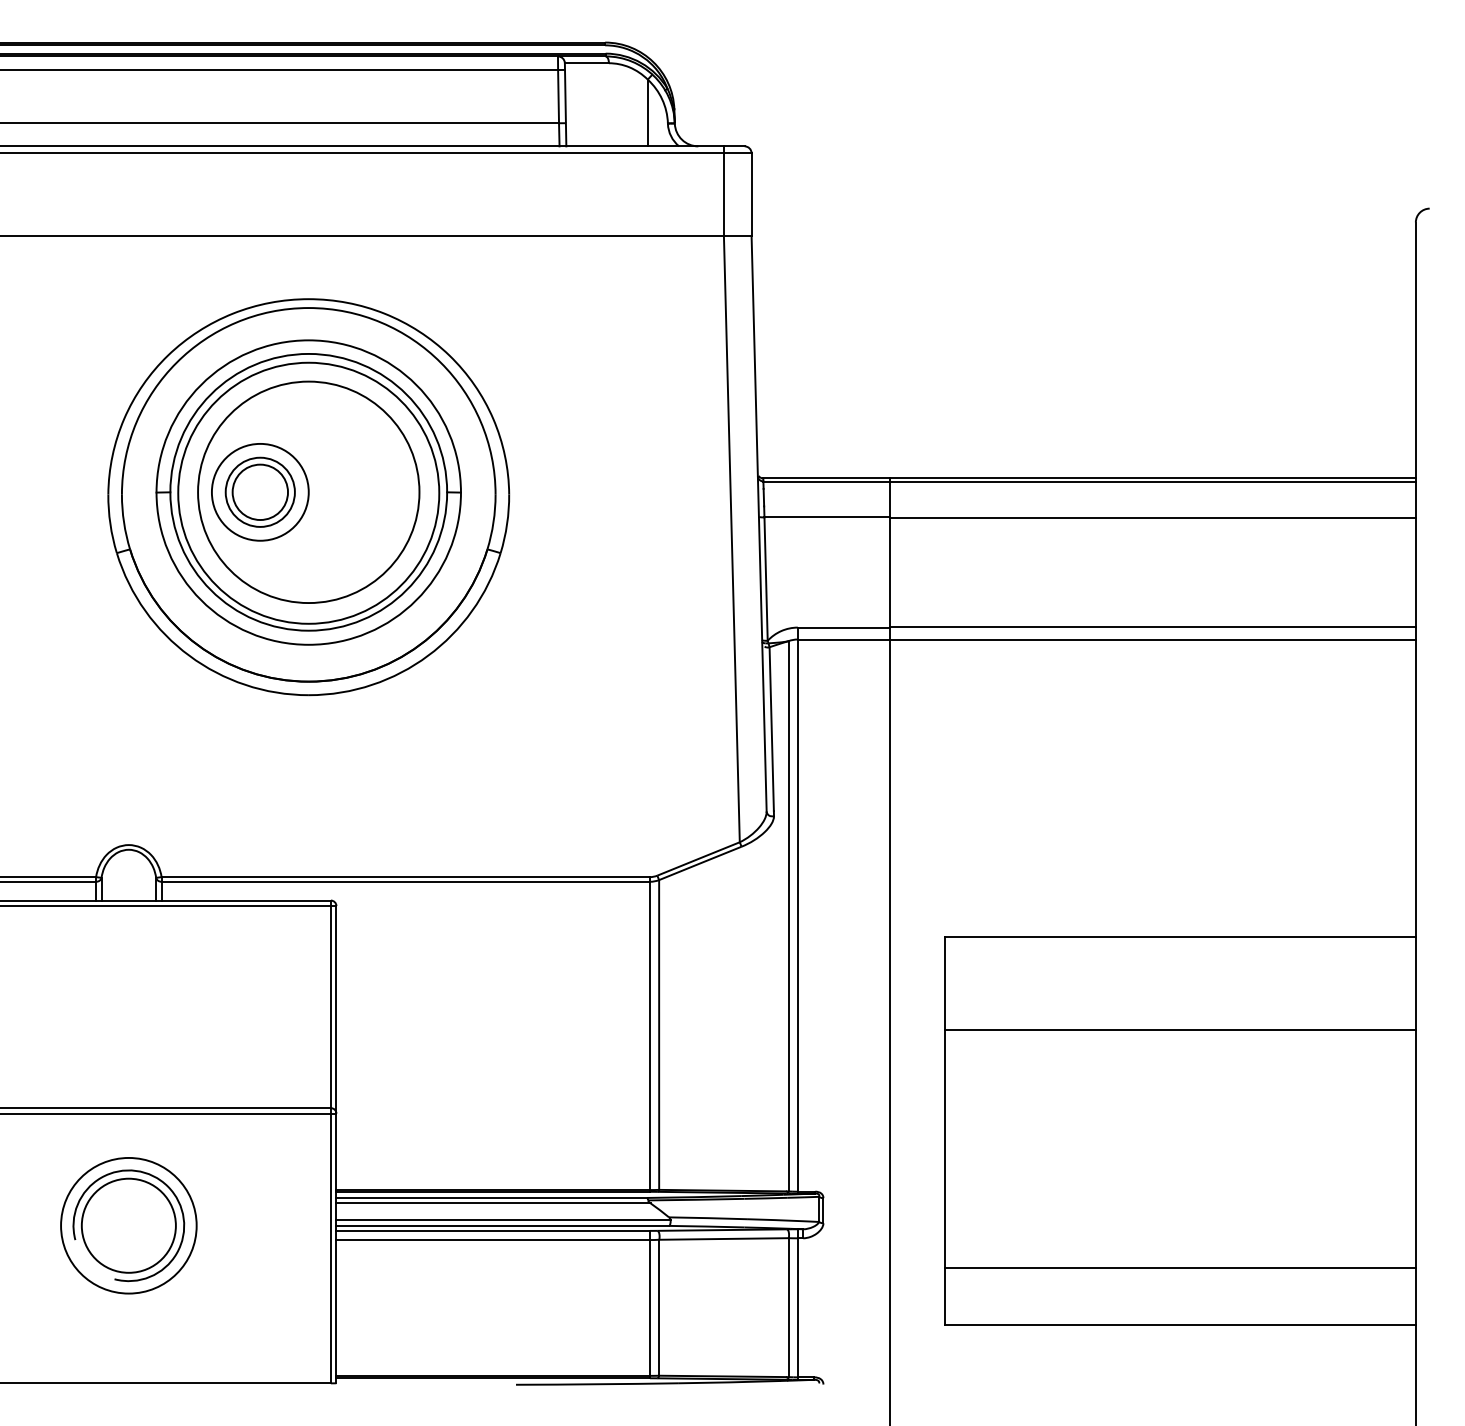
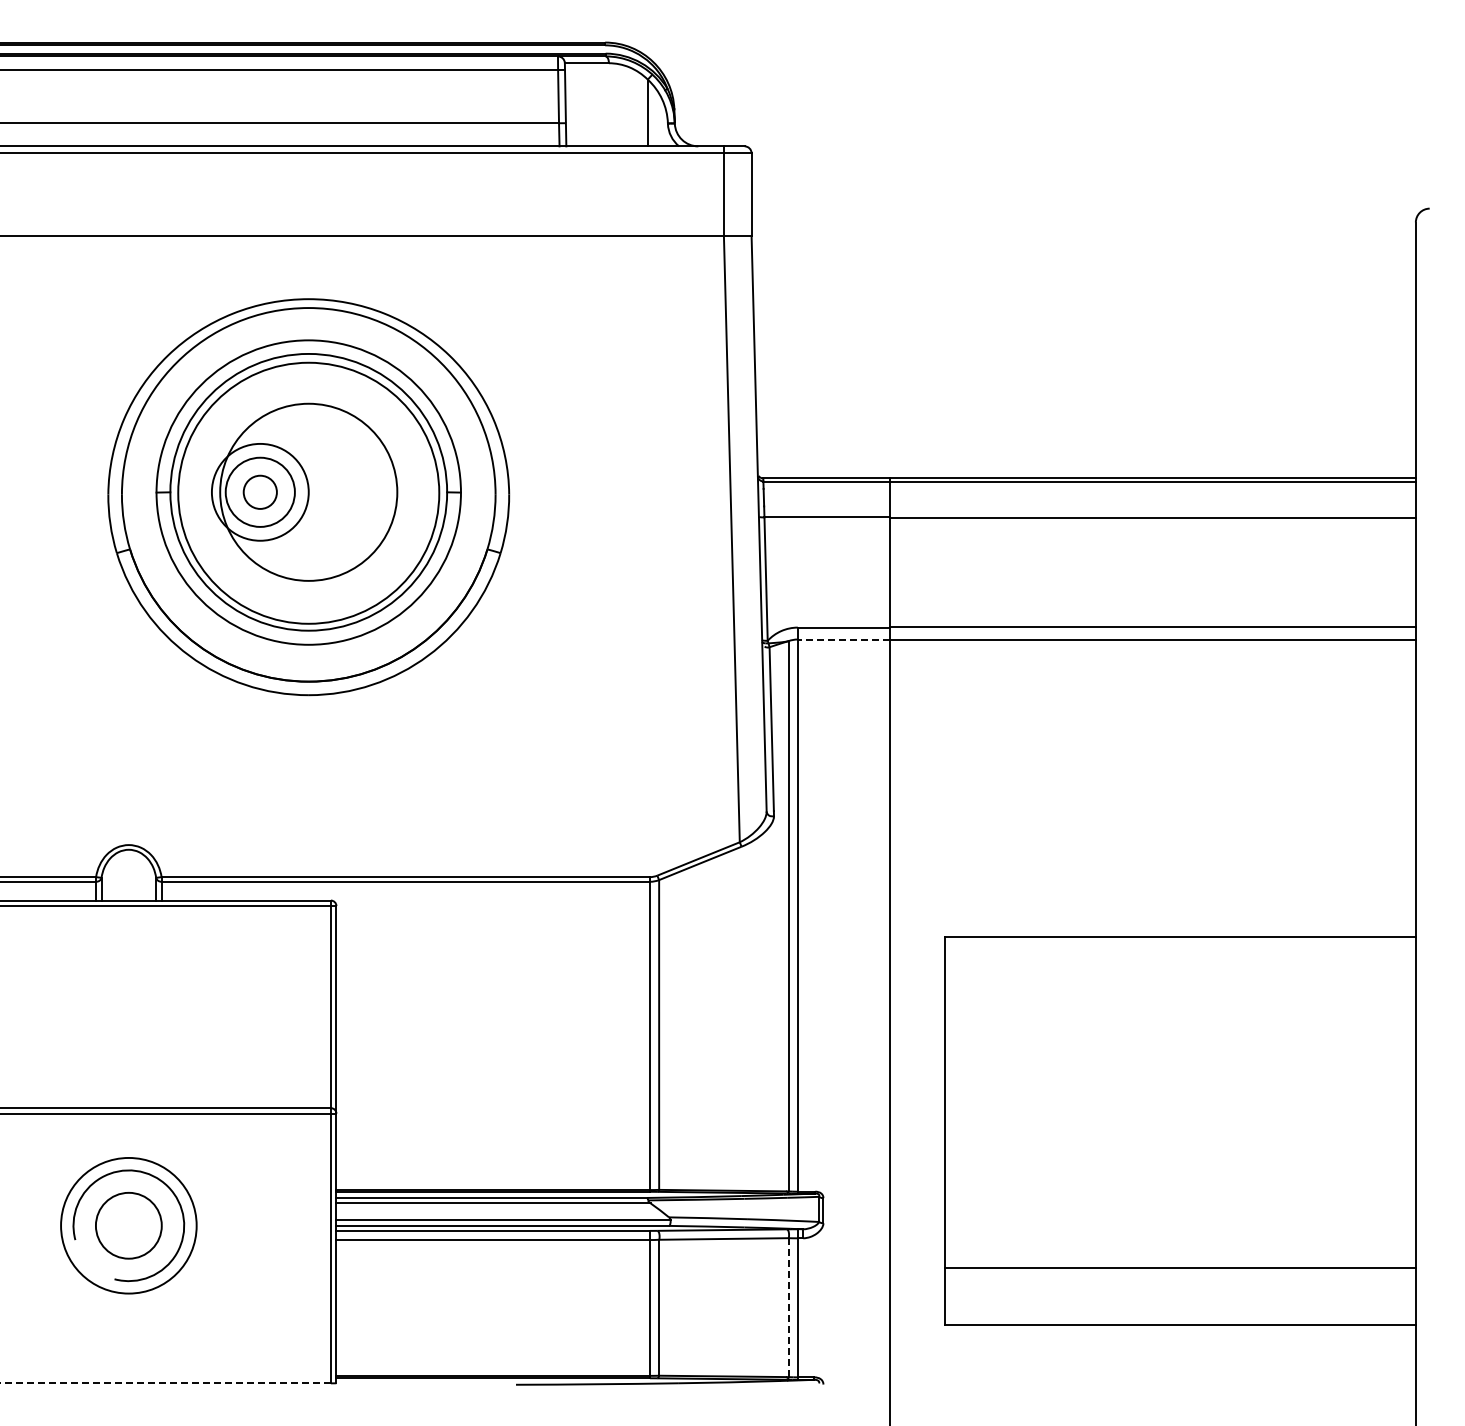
circle at (260, 492) diameter: 55 px -> 33 px
circle at (308, 492) diameter: 221 px -> 177 px
line at (843, 639): solid -> dashed
line at (1180, 1029): present -> none
circle at (128, 1225) diameter: 94 px -> 66 px
line at (788, 1308): solid -> dashed
line at (165, 1383): solid -> dashed
